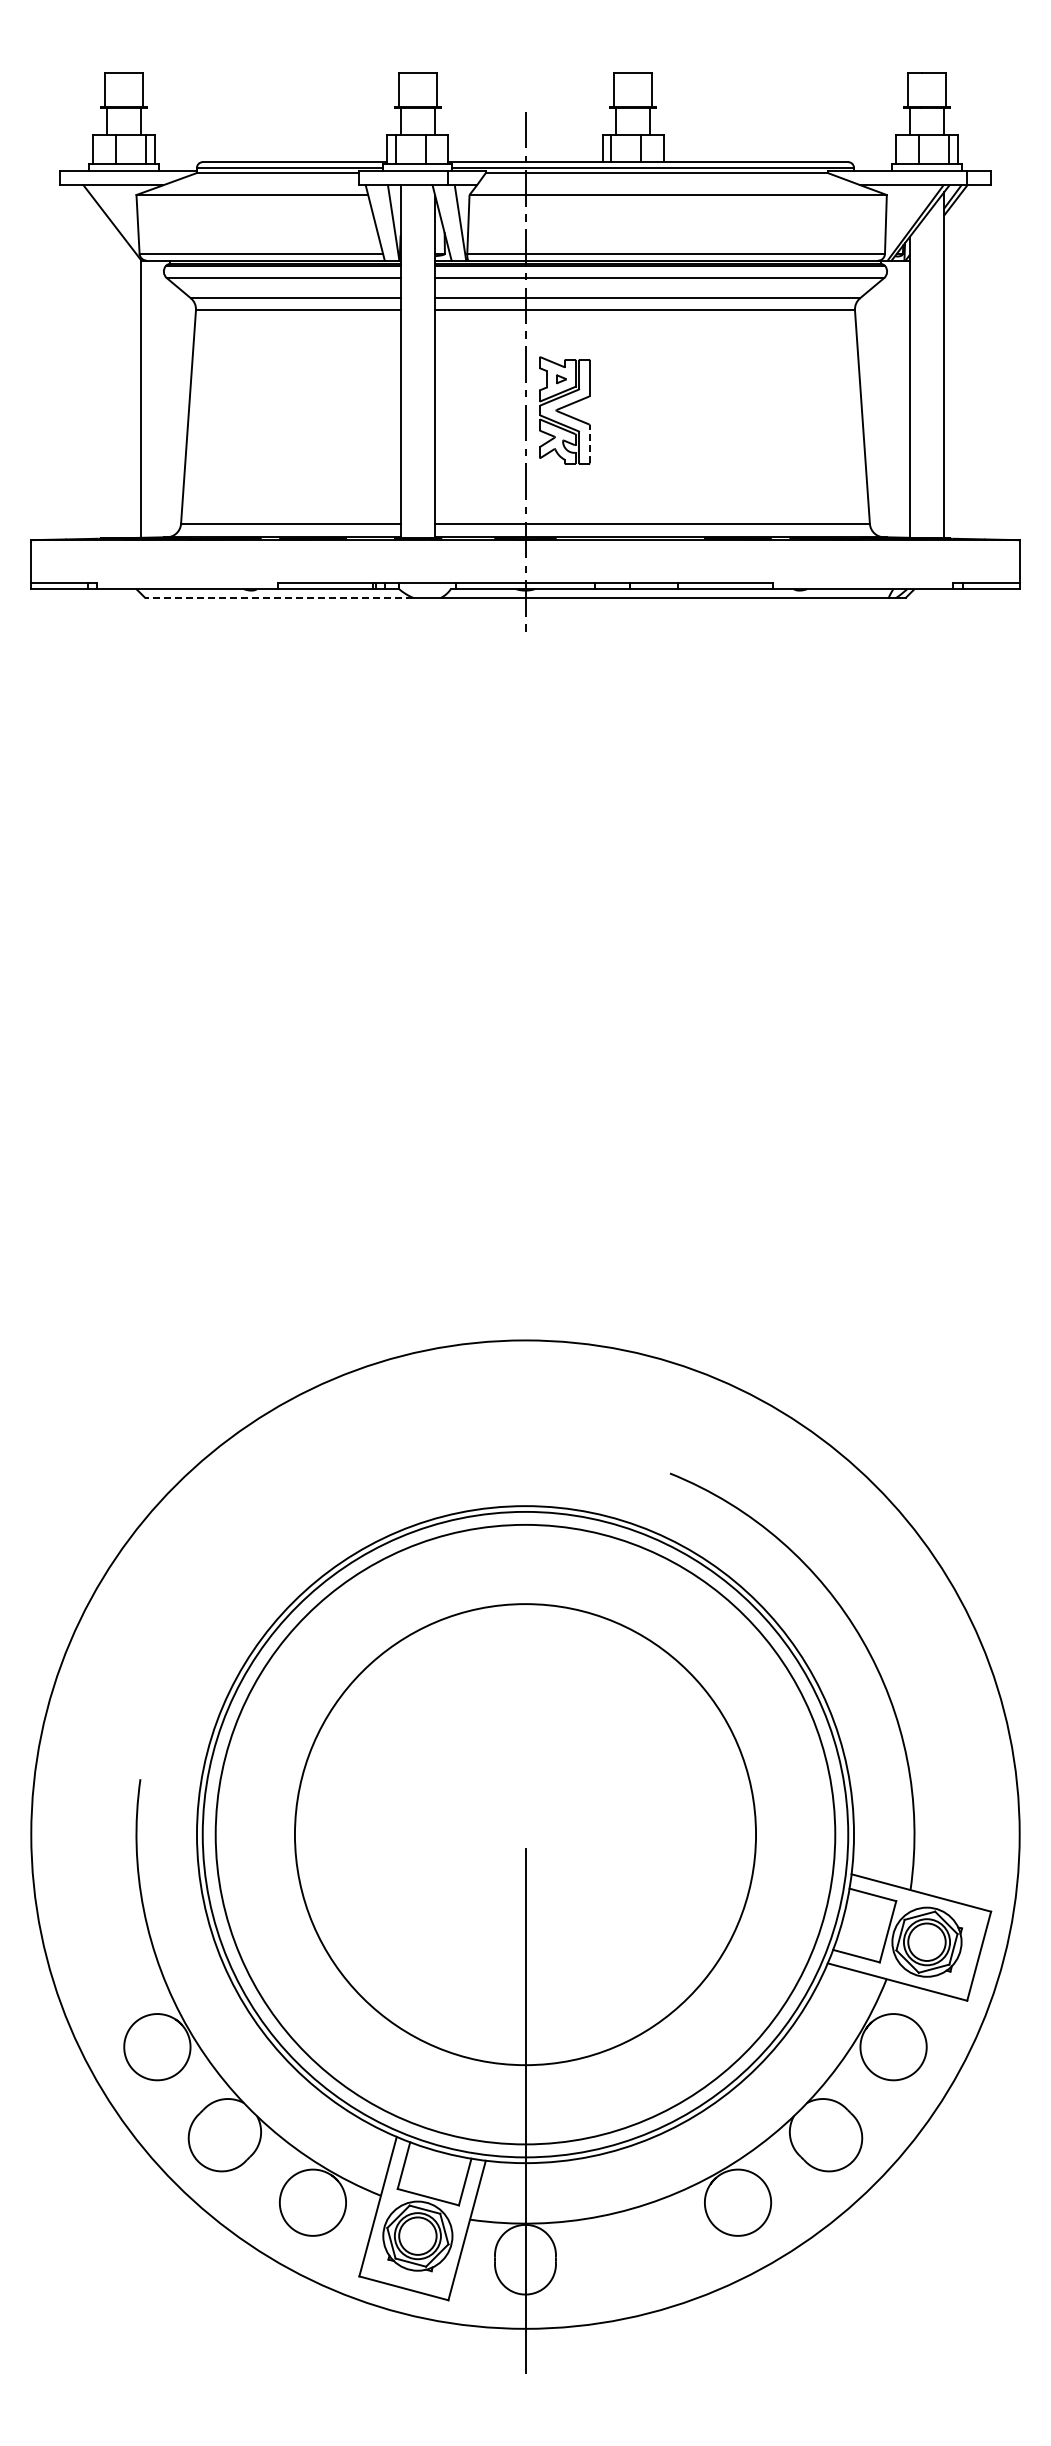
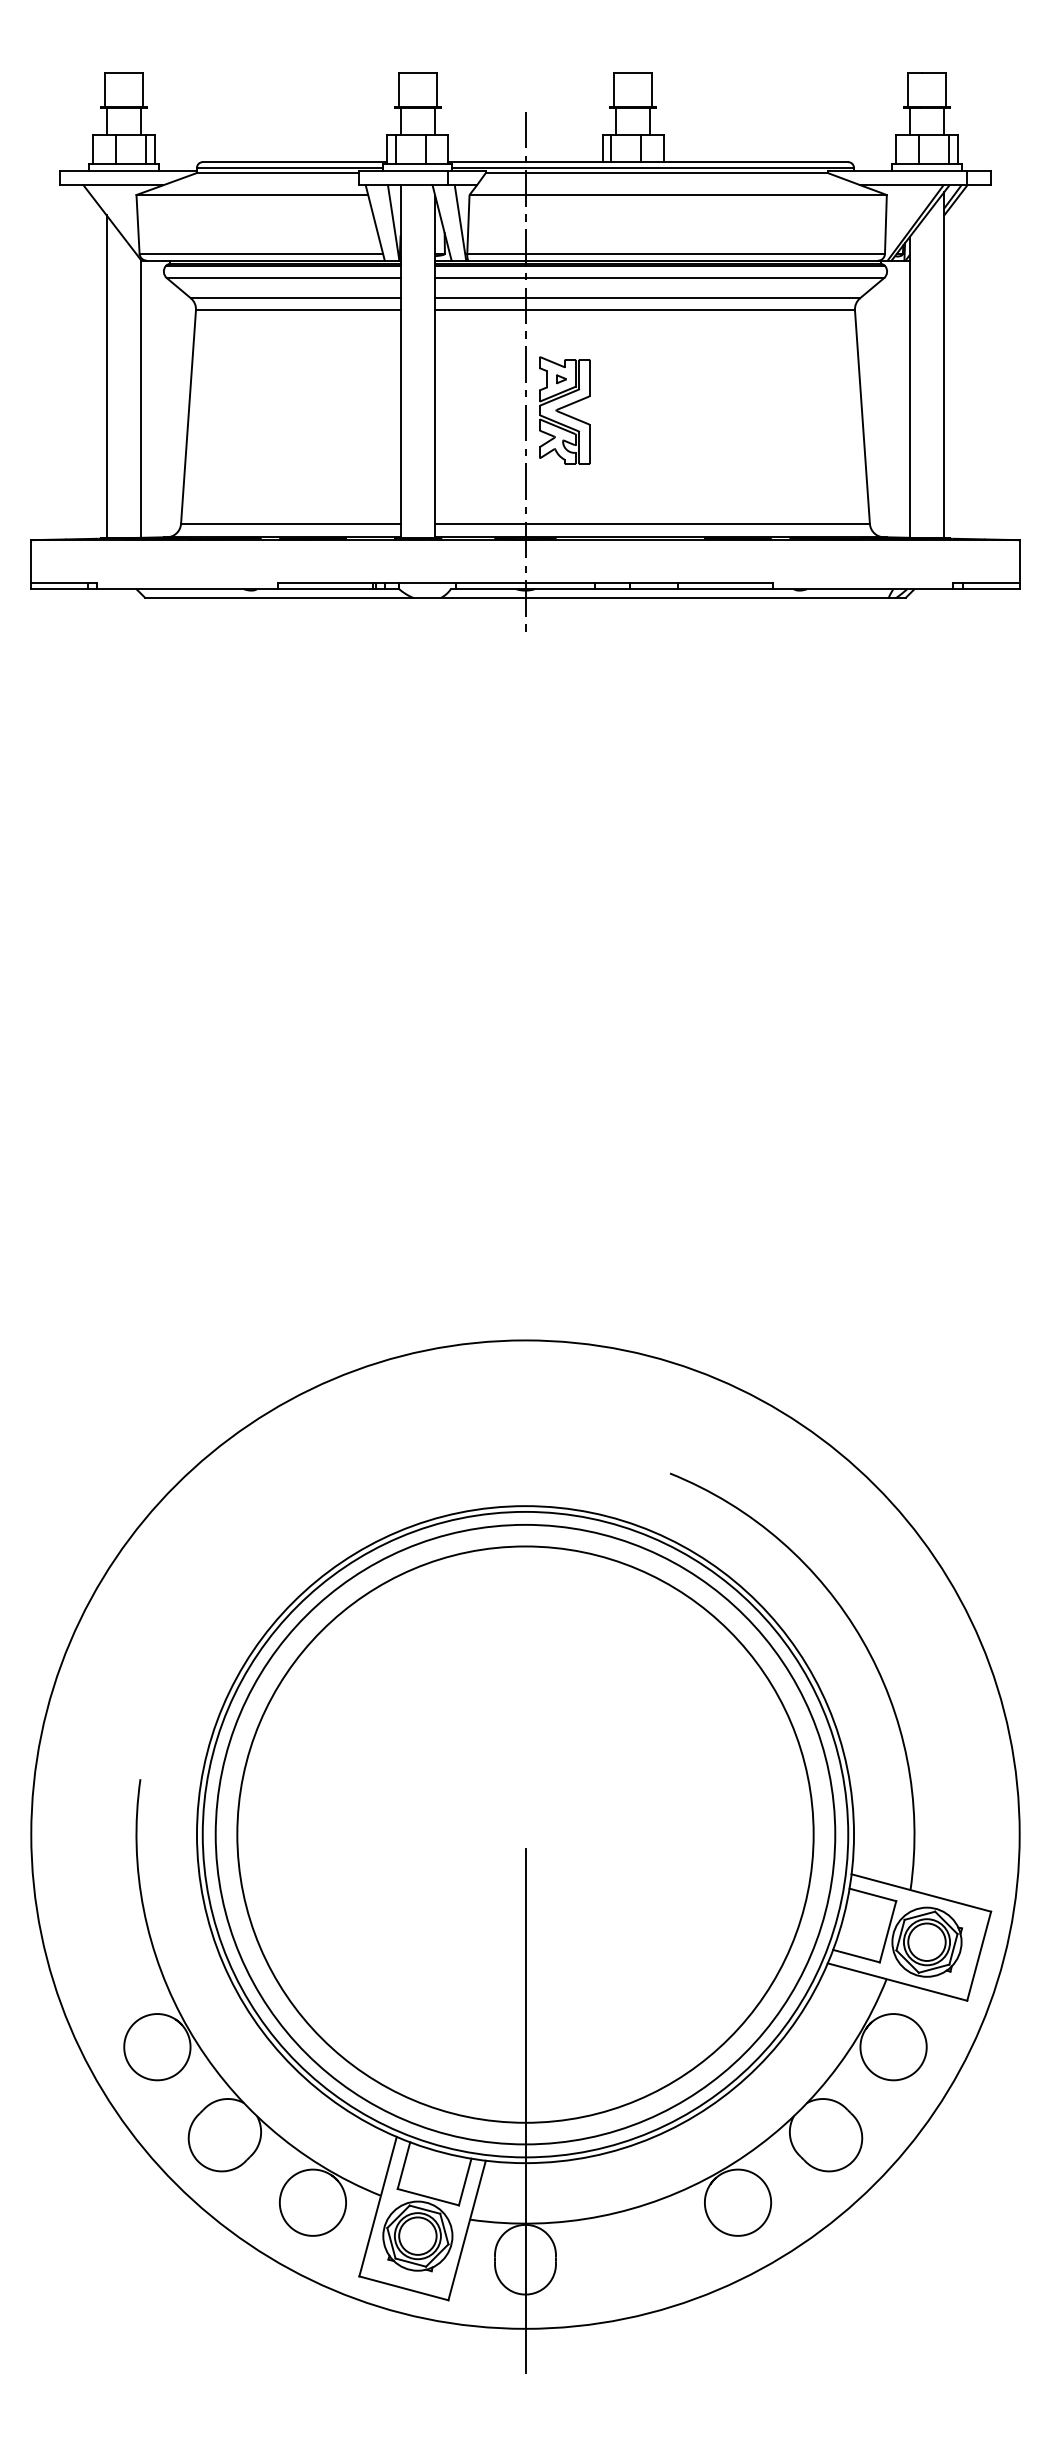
line at (106, 376): none -> present
line at (589, 443): dashed -> solid
line at (279, 597): dashed -> solid
circle at (525, 1834) diameter: 461 px -> 576 px
